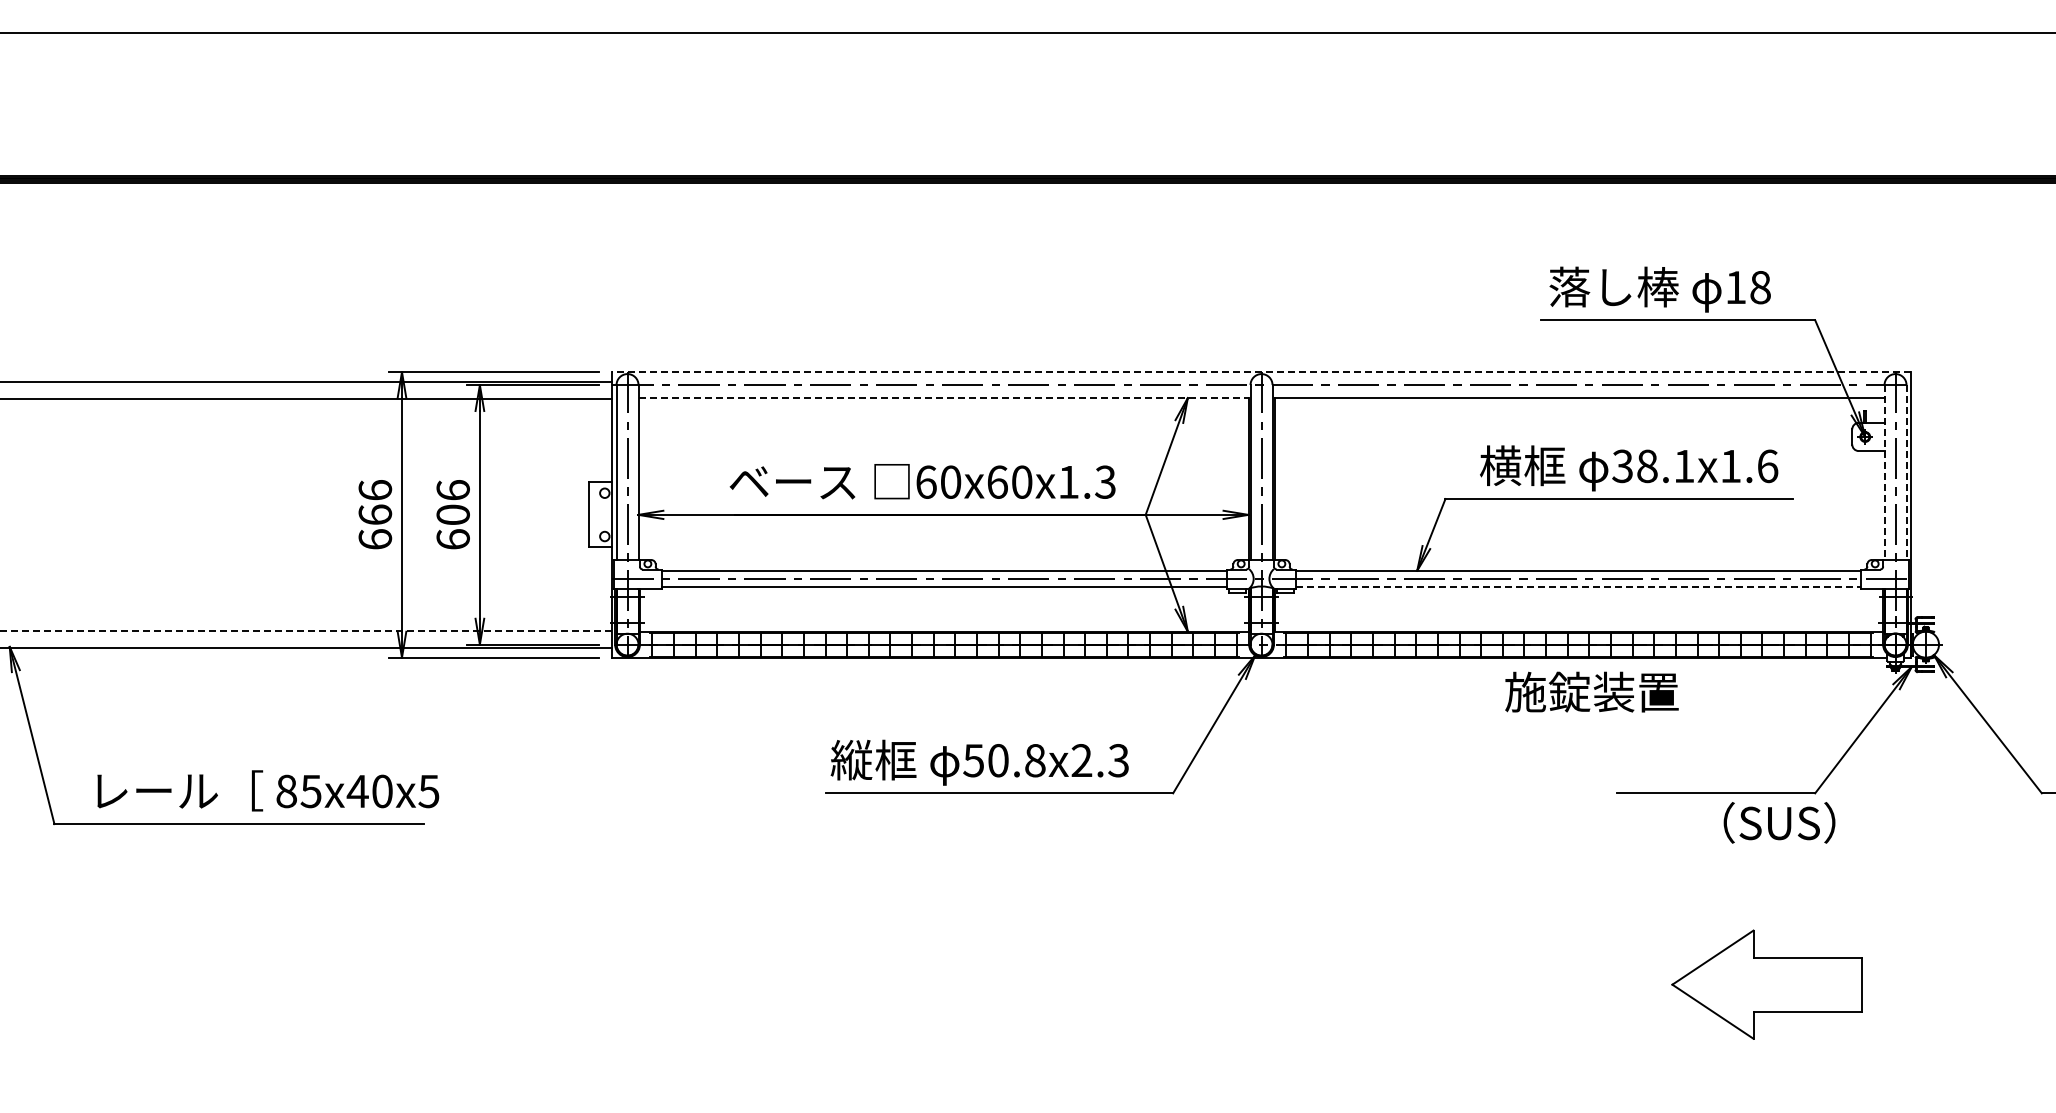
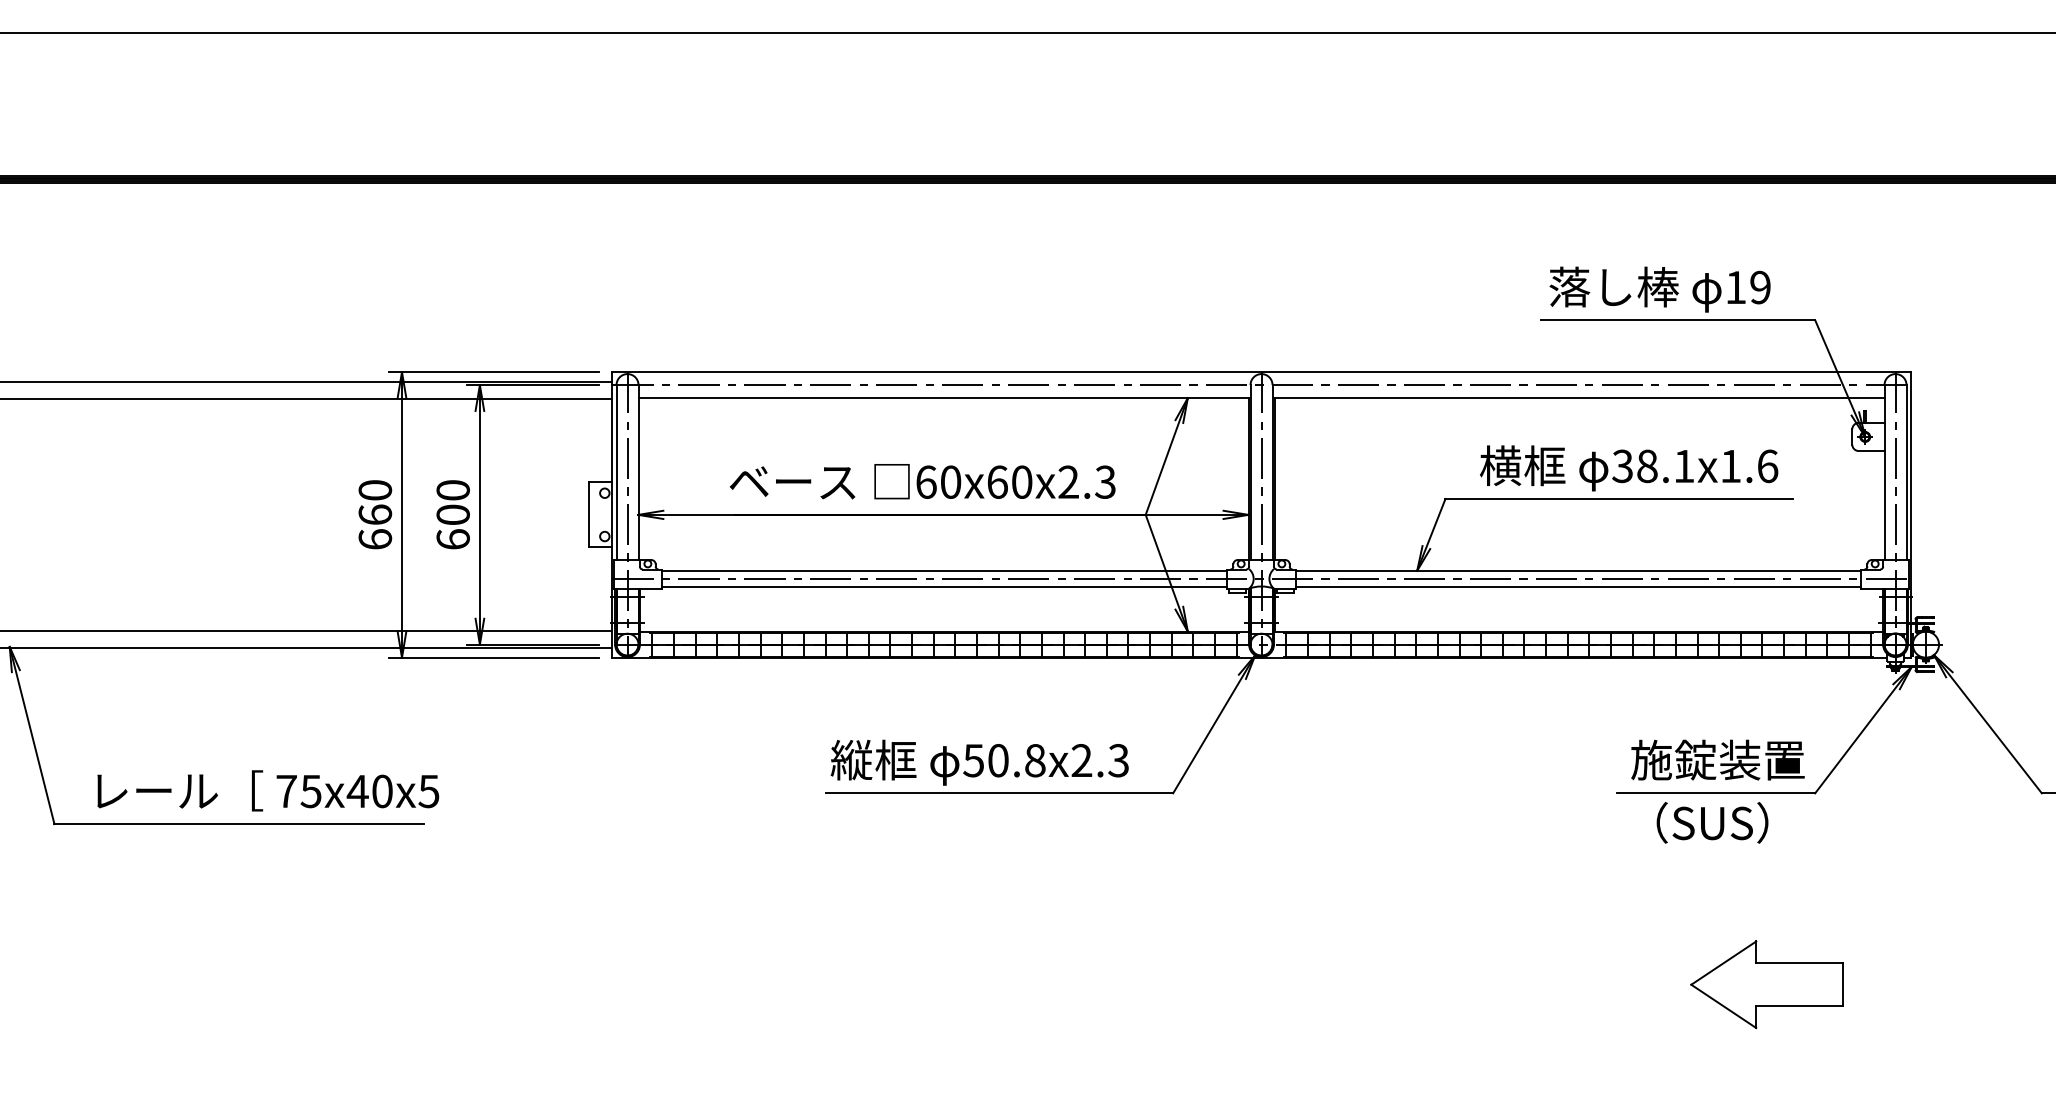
text at (1760, 287): 18 -> 19
line at (1261, 372): dashed -> solid
line at (944, 398): dashed -> solid
line at (1884, 473): dashed -> solid
line at (1906, 473): dashed -> solid
text at (1068, 481): 60x60x1.3 -> 60x60x2.3
text at (375, 490): 666 -> 660
text at (452, 490): 606 -> 600
line at (1579, 587): dashed -> solid
line at (306, 630): dashed -> solid
text at (1591, 691) position: (1591, 691) -> (1717, 759)
text at (286, 791): 85x40x5 -> 75x40x5
text at (1779, 822) position: (1779, 822) -> (1712, 822)
part at (1766, 984) size: 192x111 px -> 154x90 px
